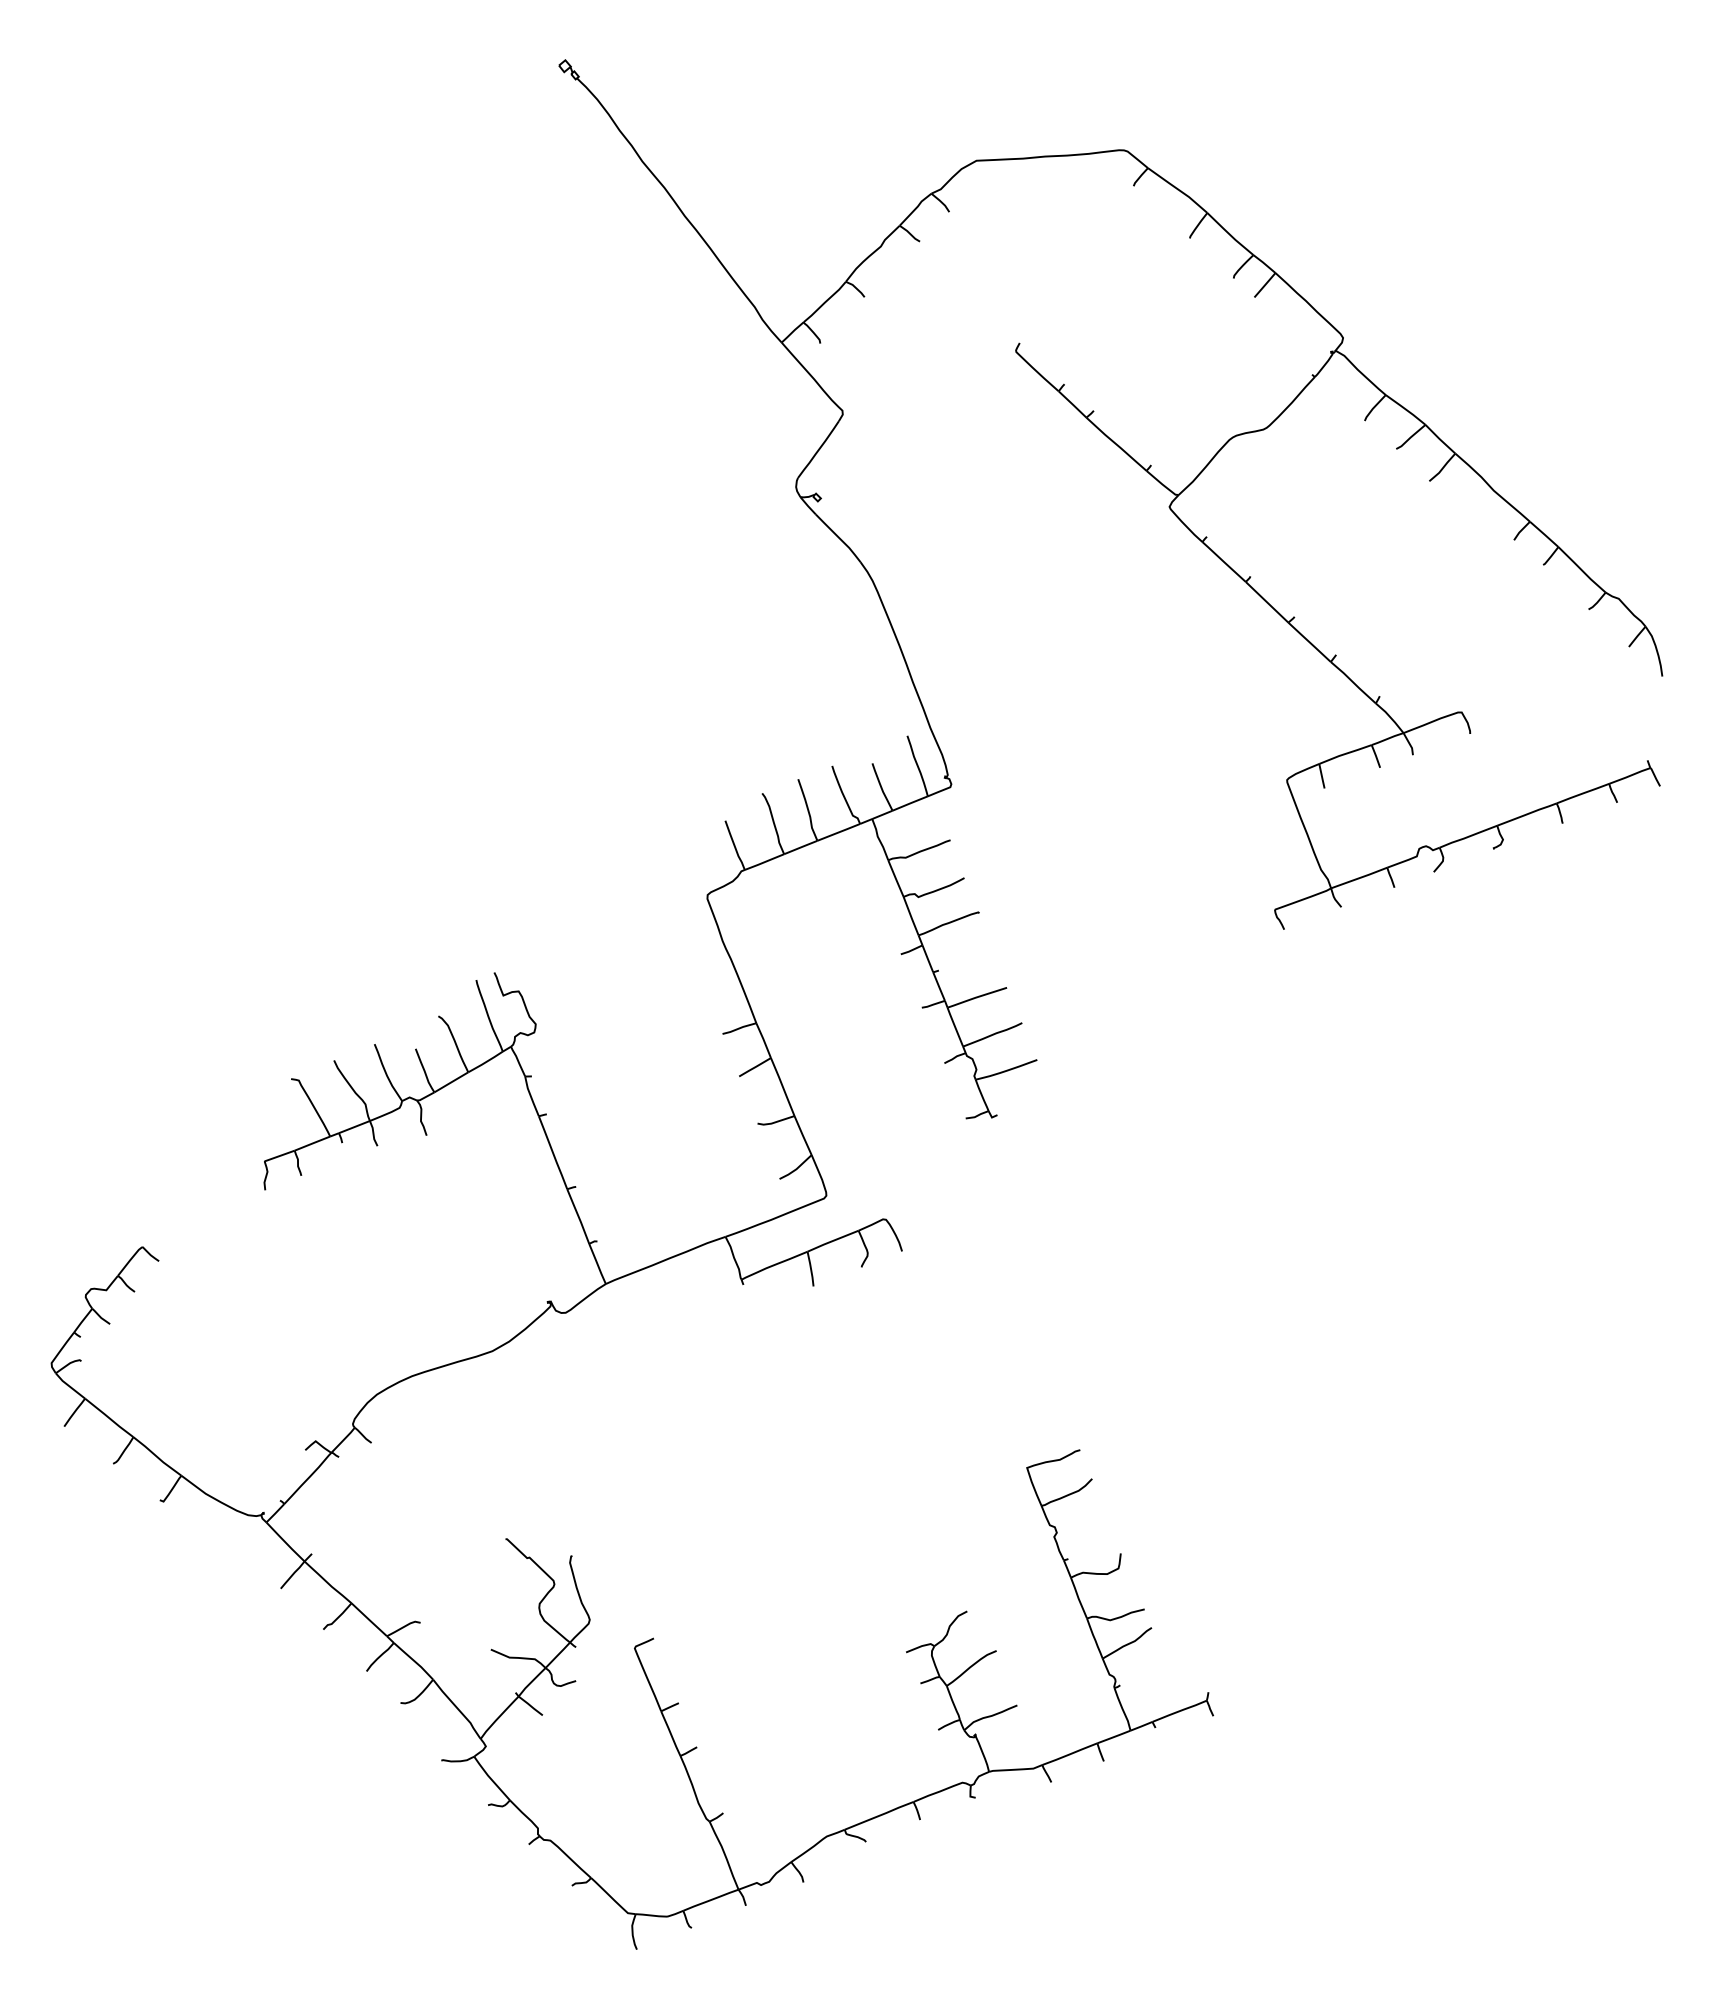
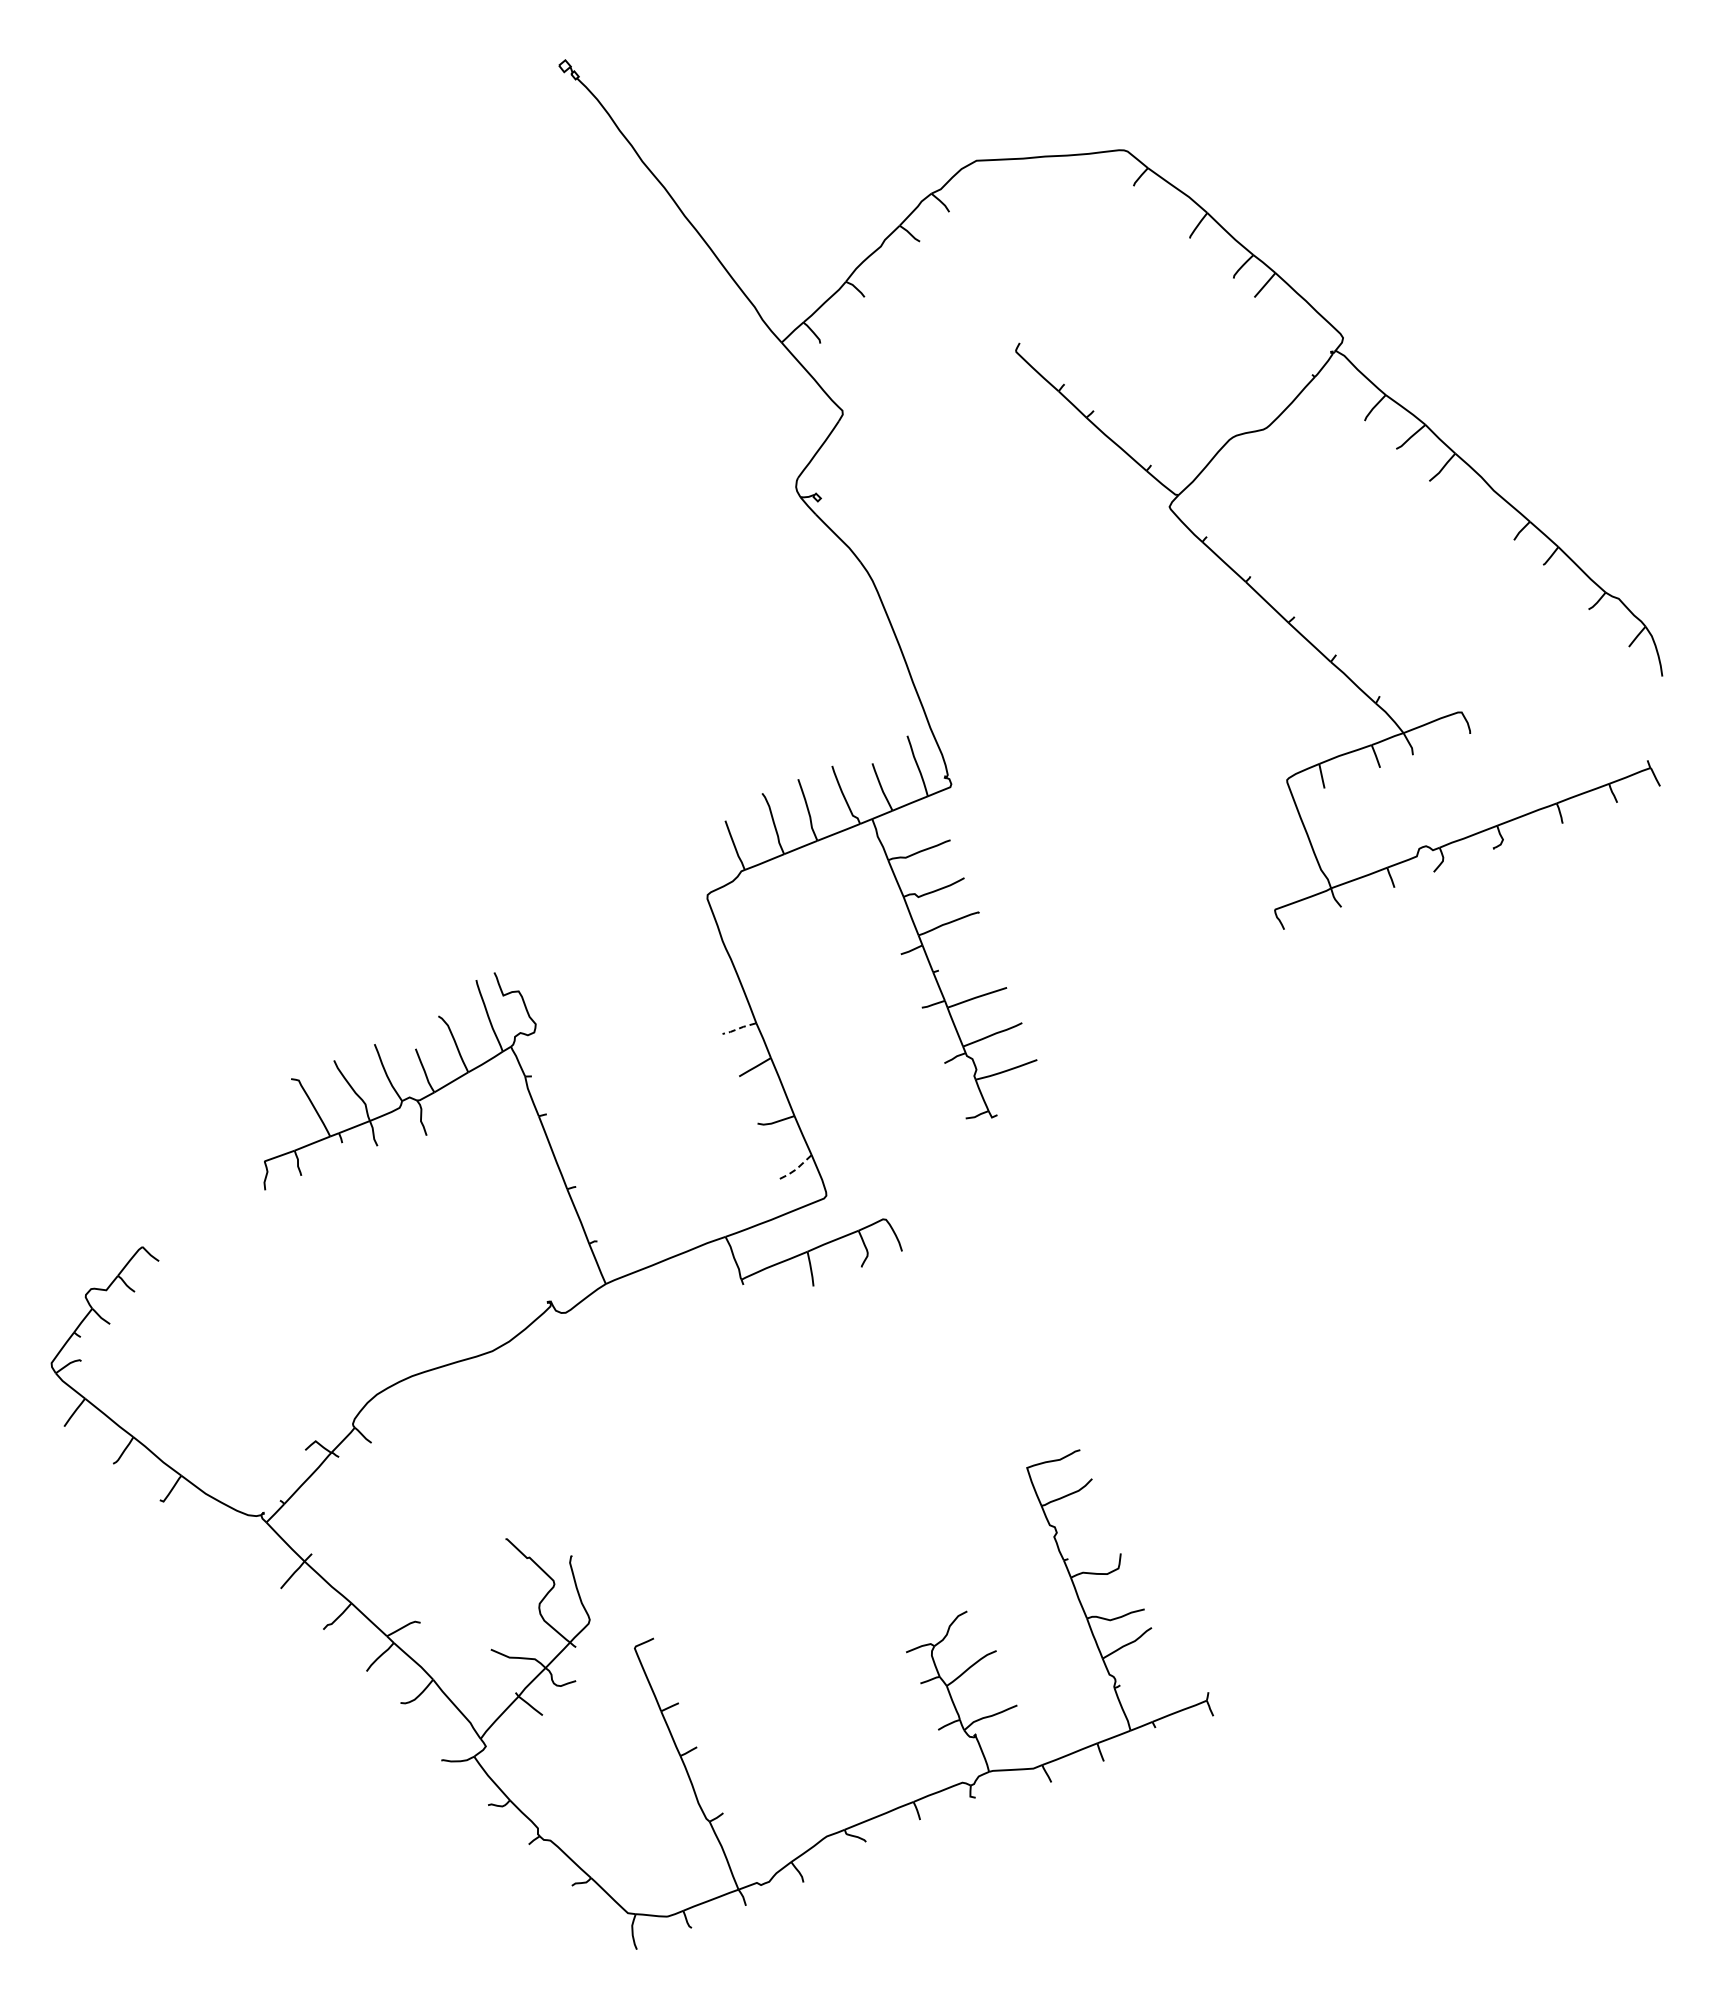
line at (738, 1028): solid -> dashed
line at (796, 1169): solid -> dashed
